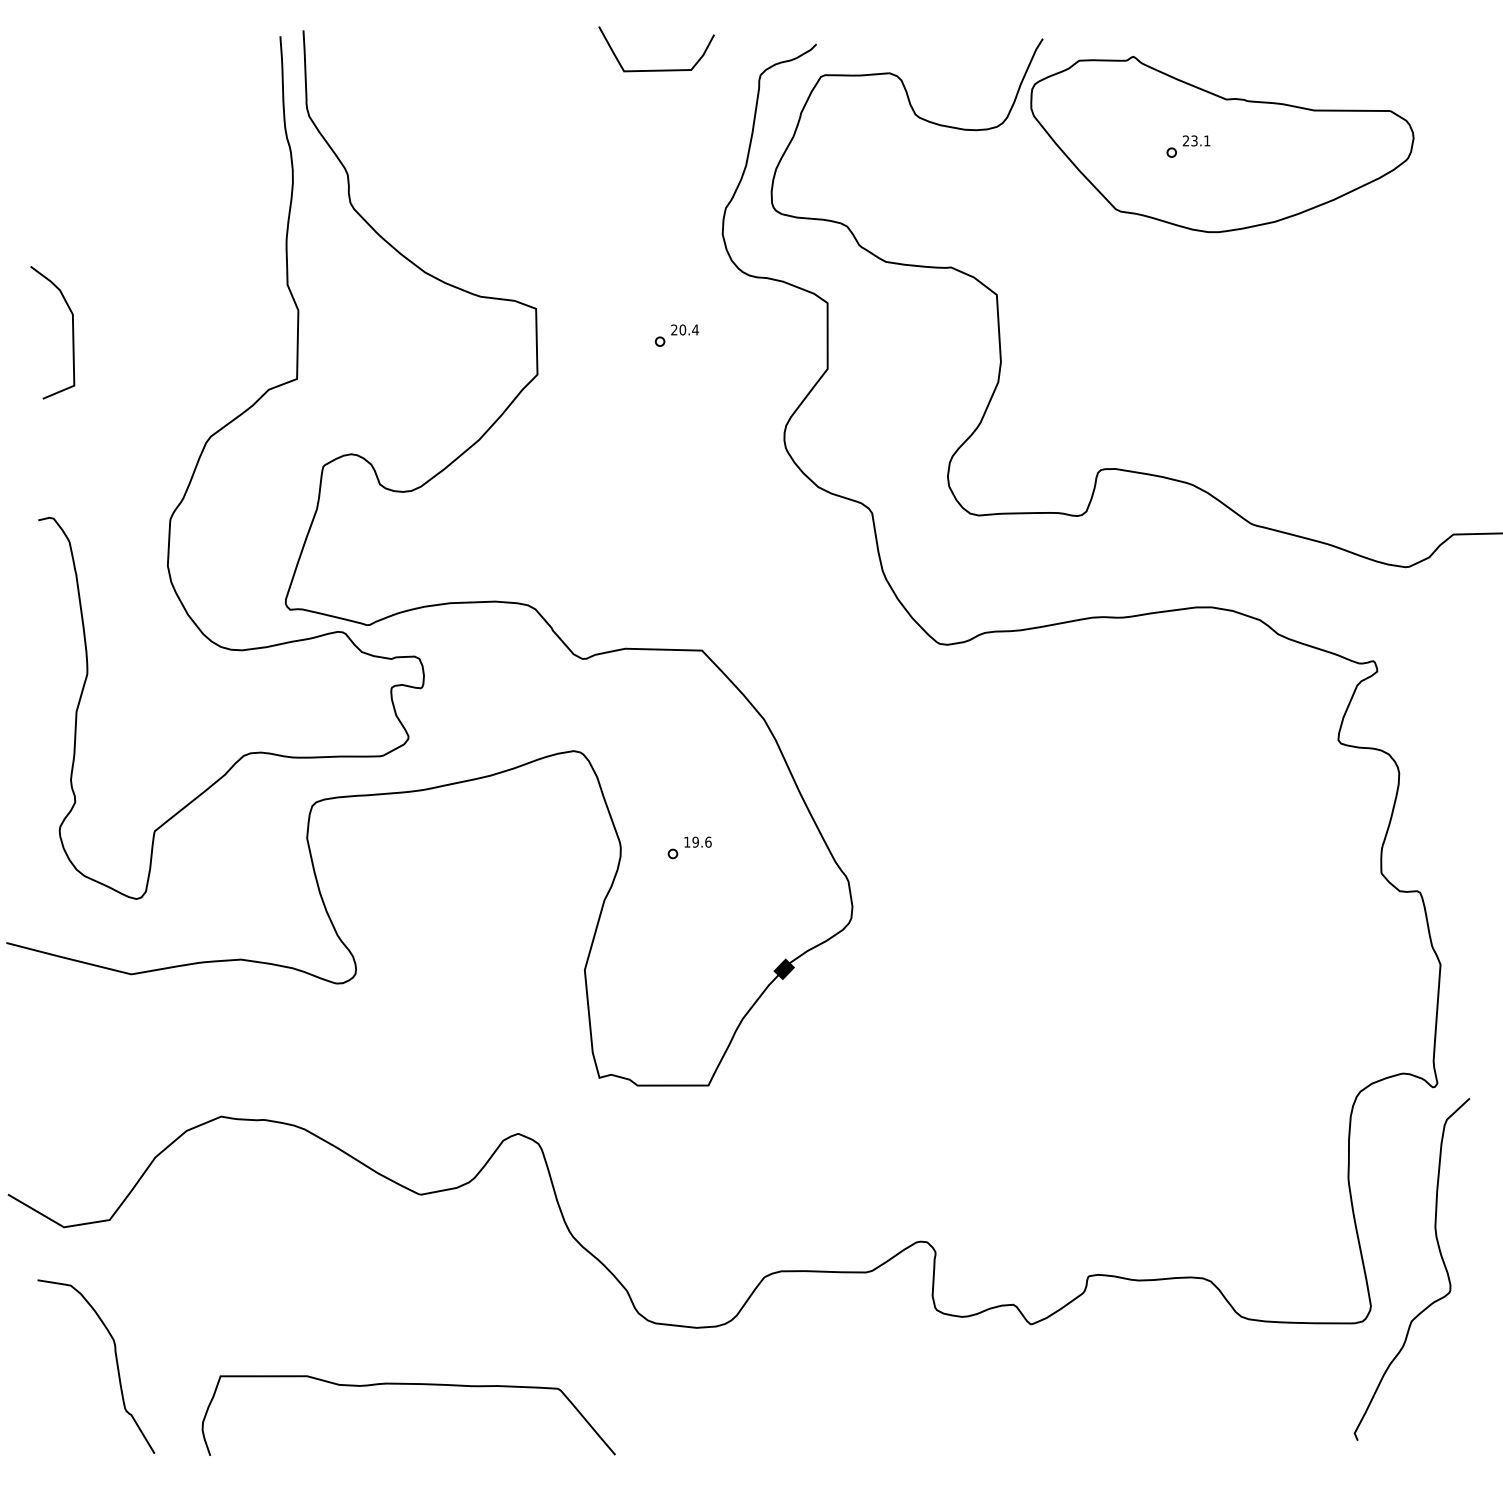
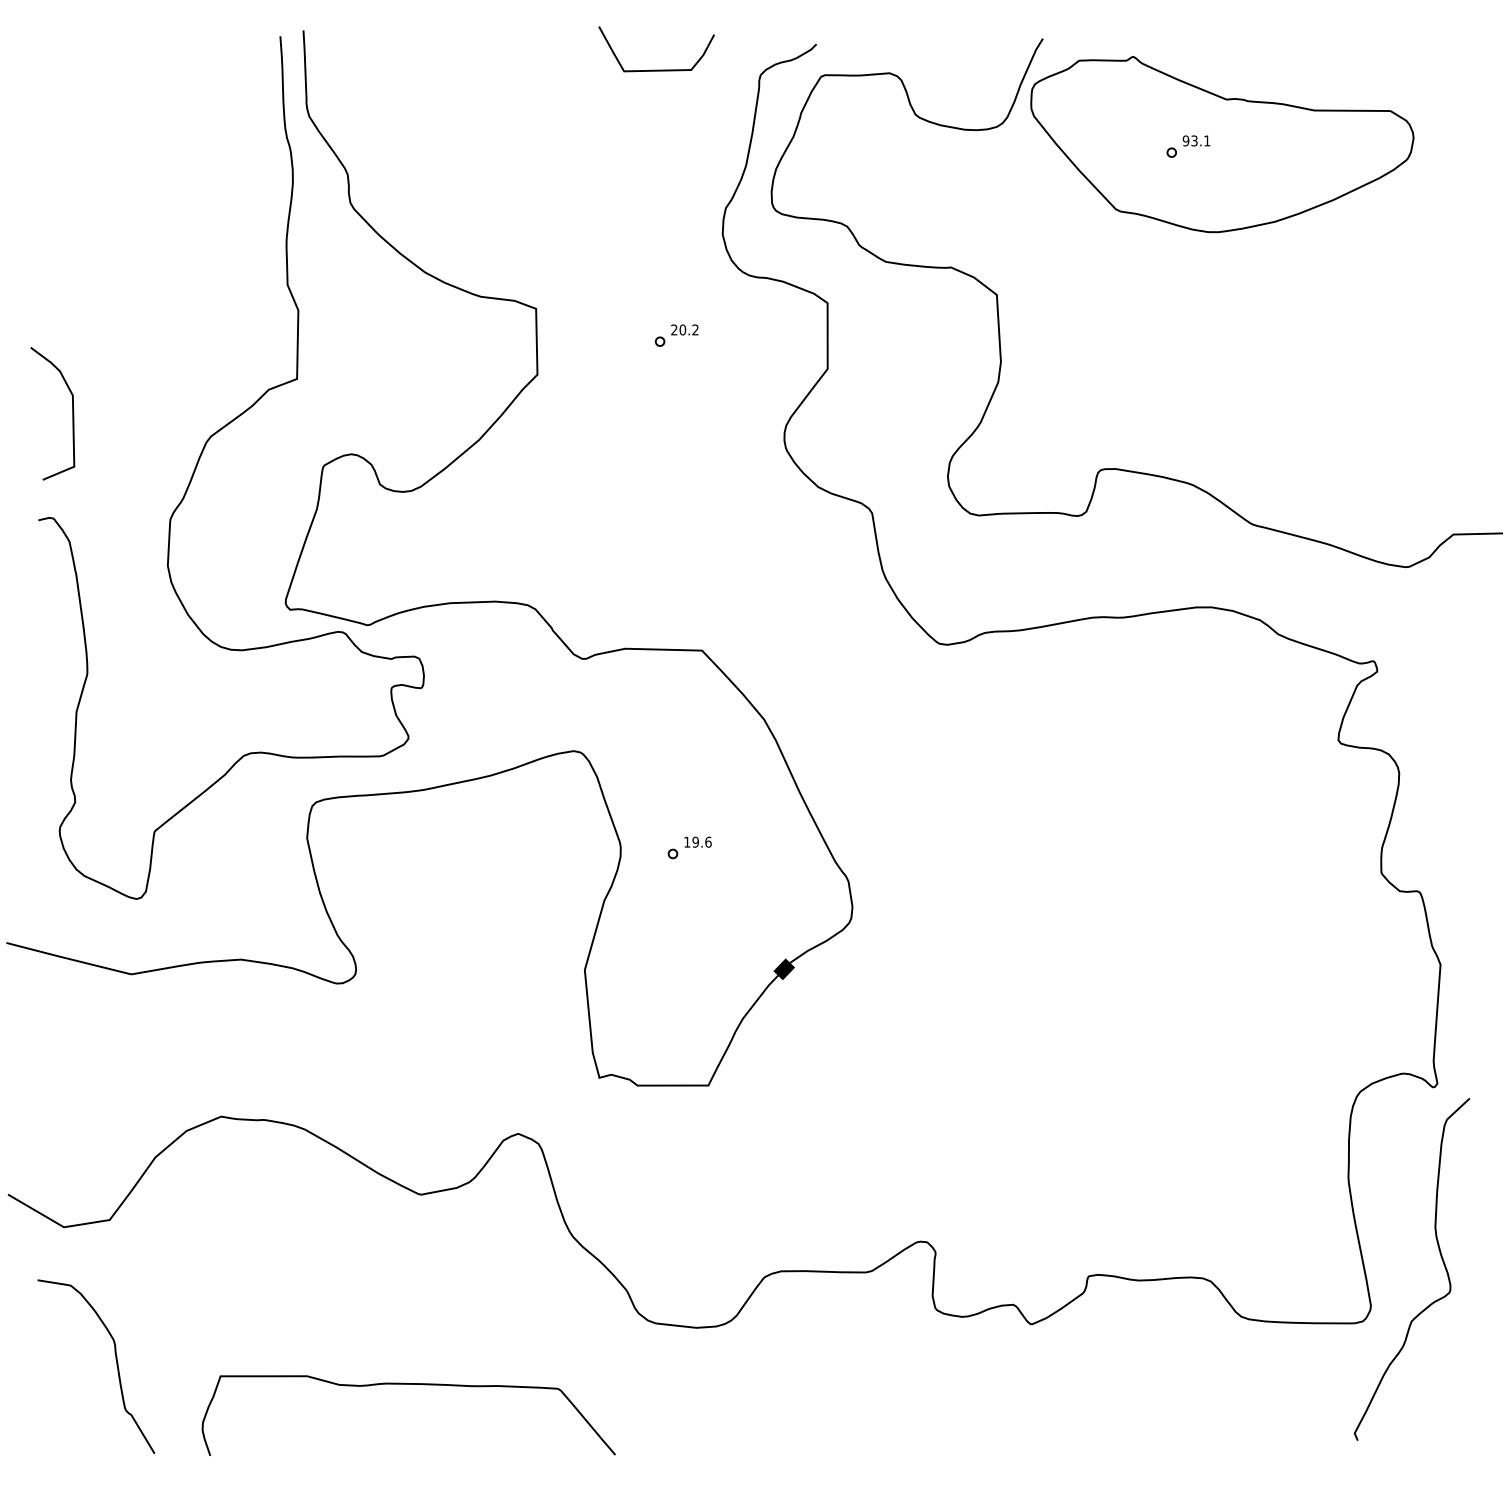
text at (1185, 140): 23.1 -> 93.1
text at (695, 329): 20.4 -> 20.2
curve at (72, 332) position: (72, 332) -> (72, 413)
